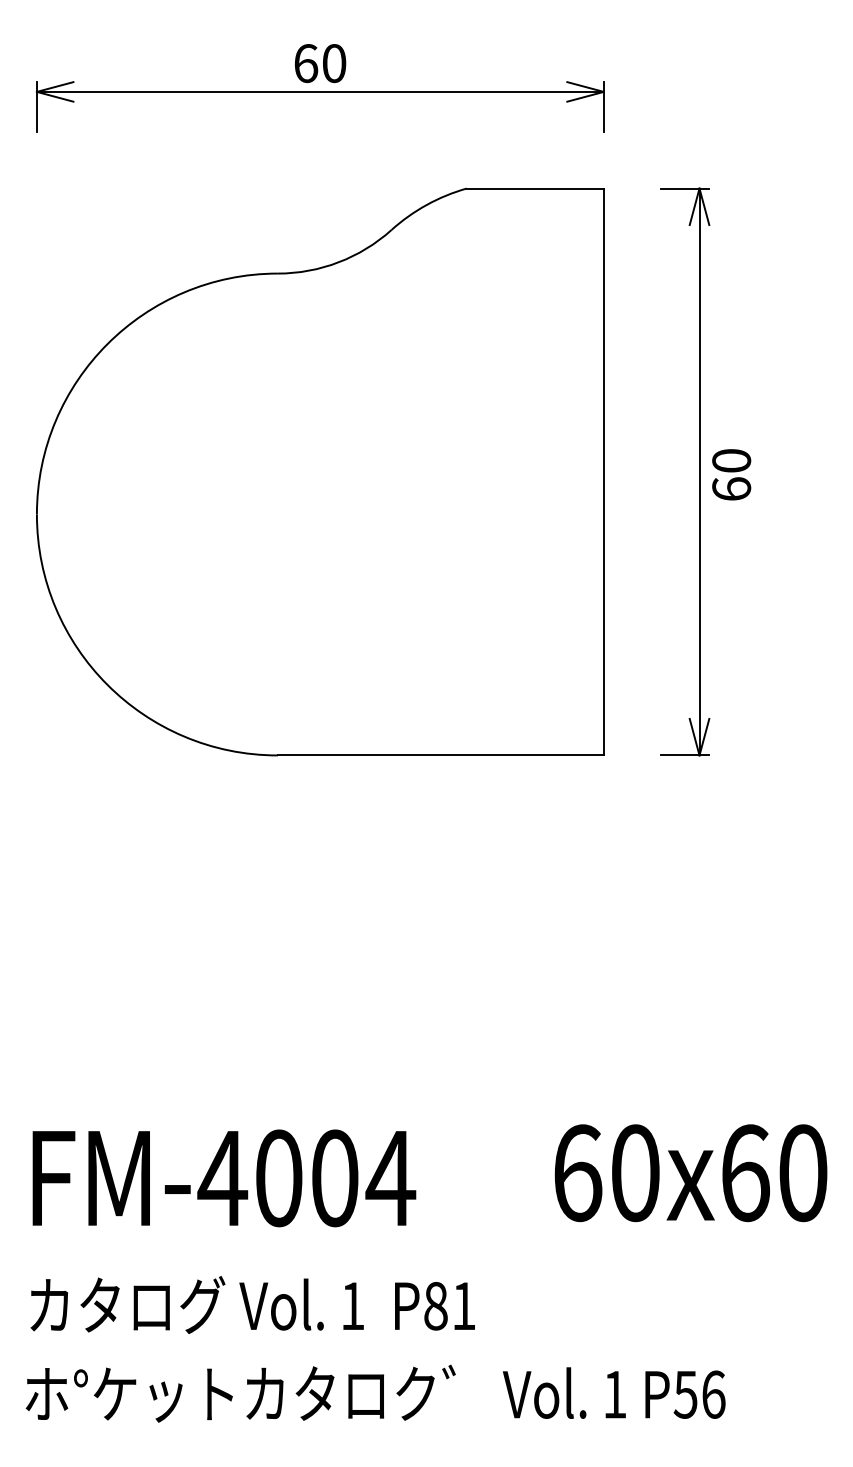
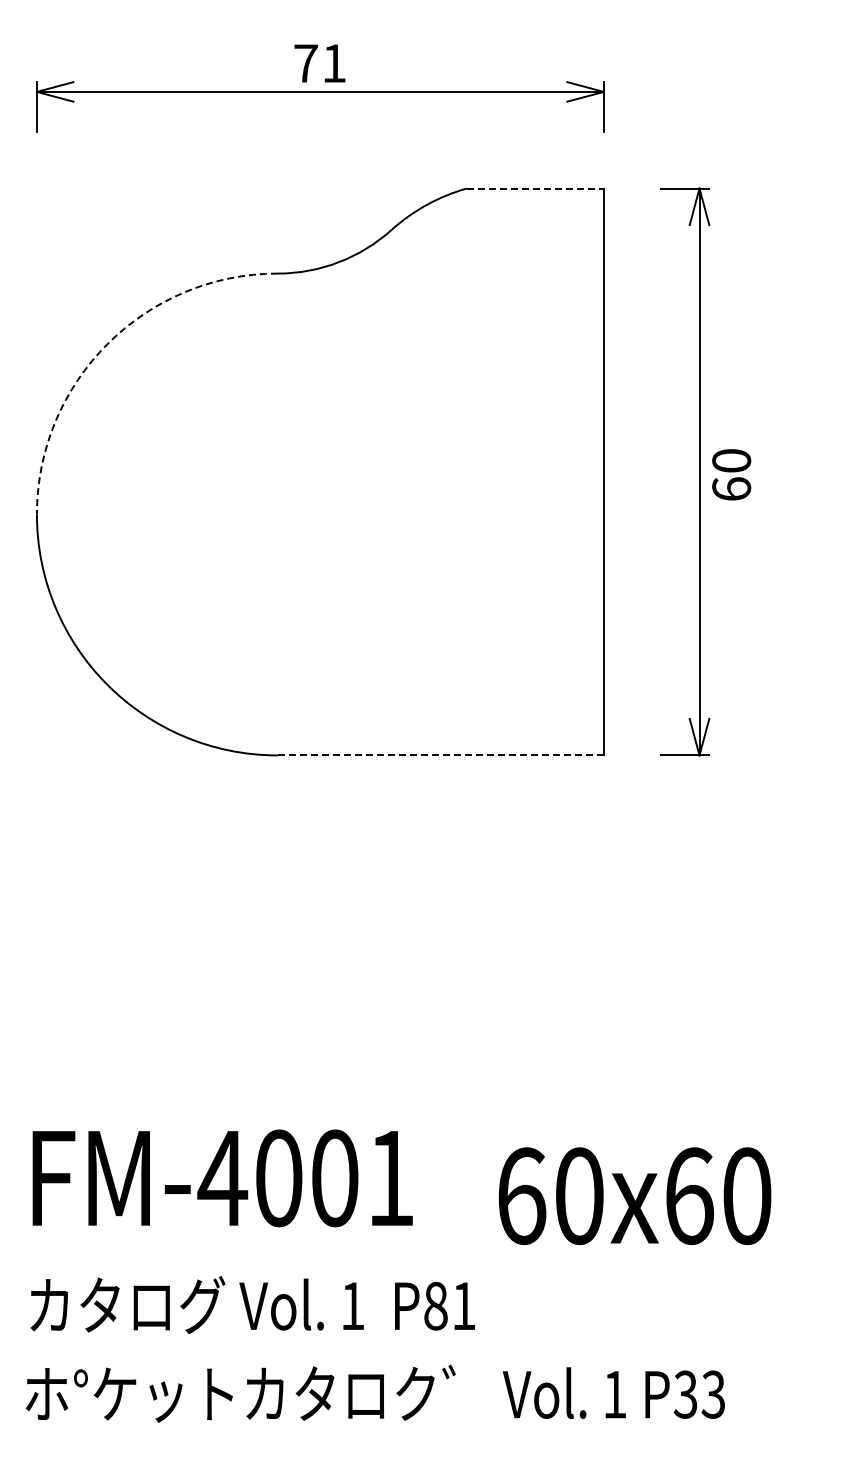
text at (320, 63): 60 -> 71
line at (535, 188): solid -> dashed
arc at (107, 344): solid -> dashed
line at (440, 755): solid -> dashed
text at (690, 1173) position: (690, 1173) -> (634, 1196)
text at (390, 1178): FM-4004 -> FM-4001
text at (699, 1394): P56 -> P33
